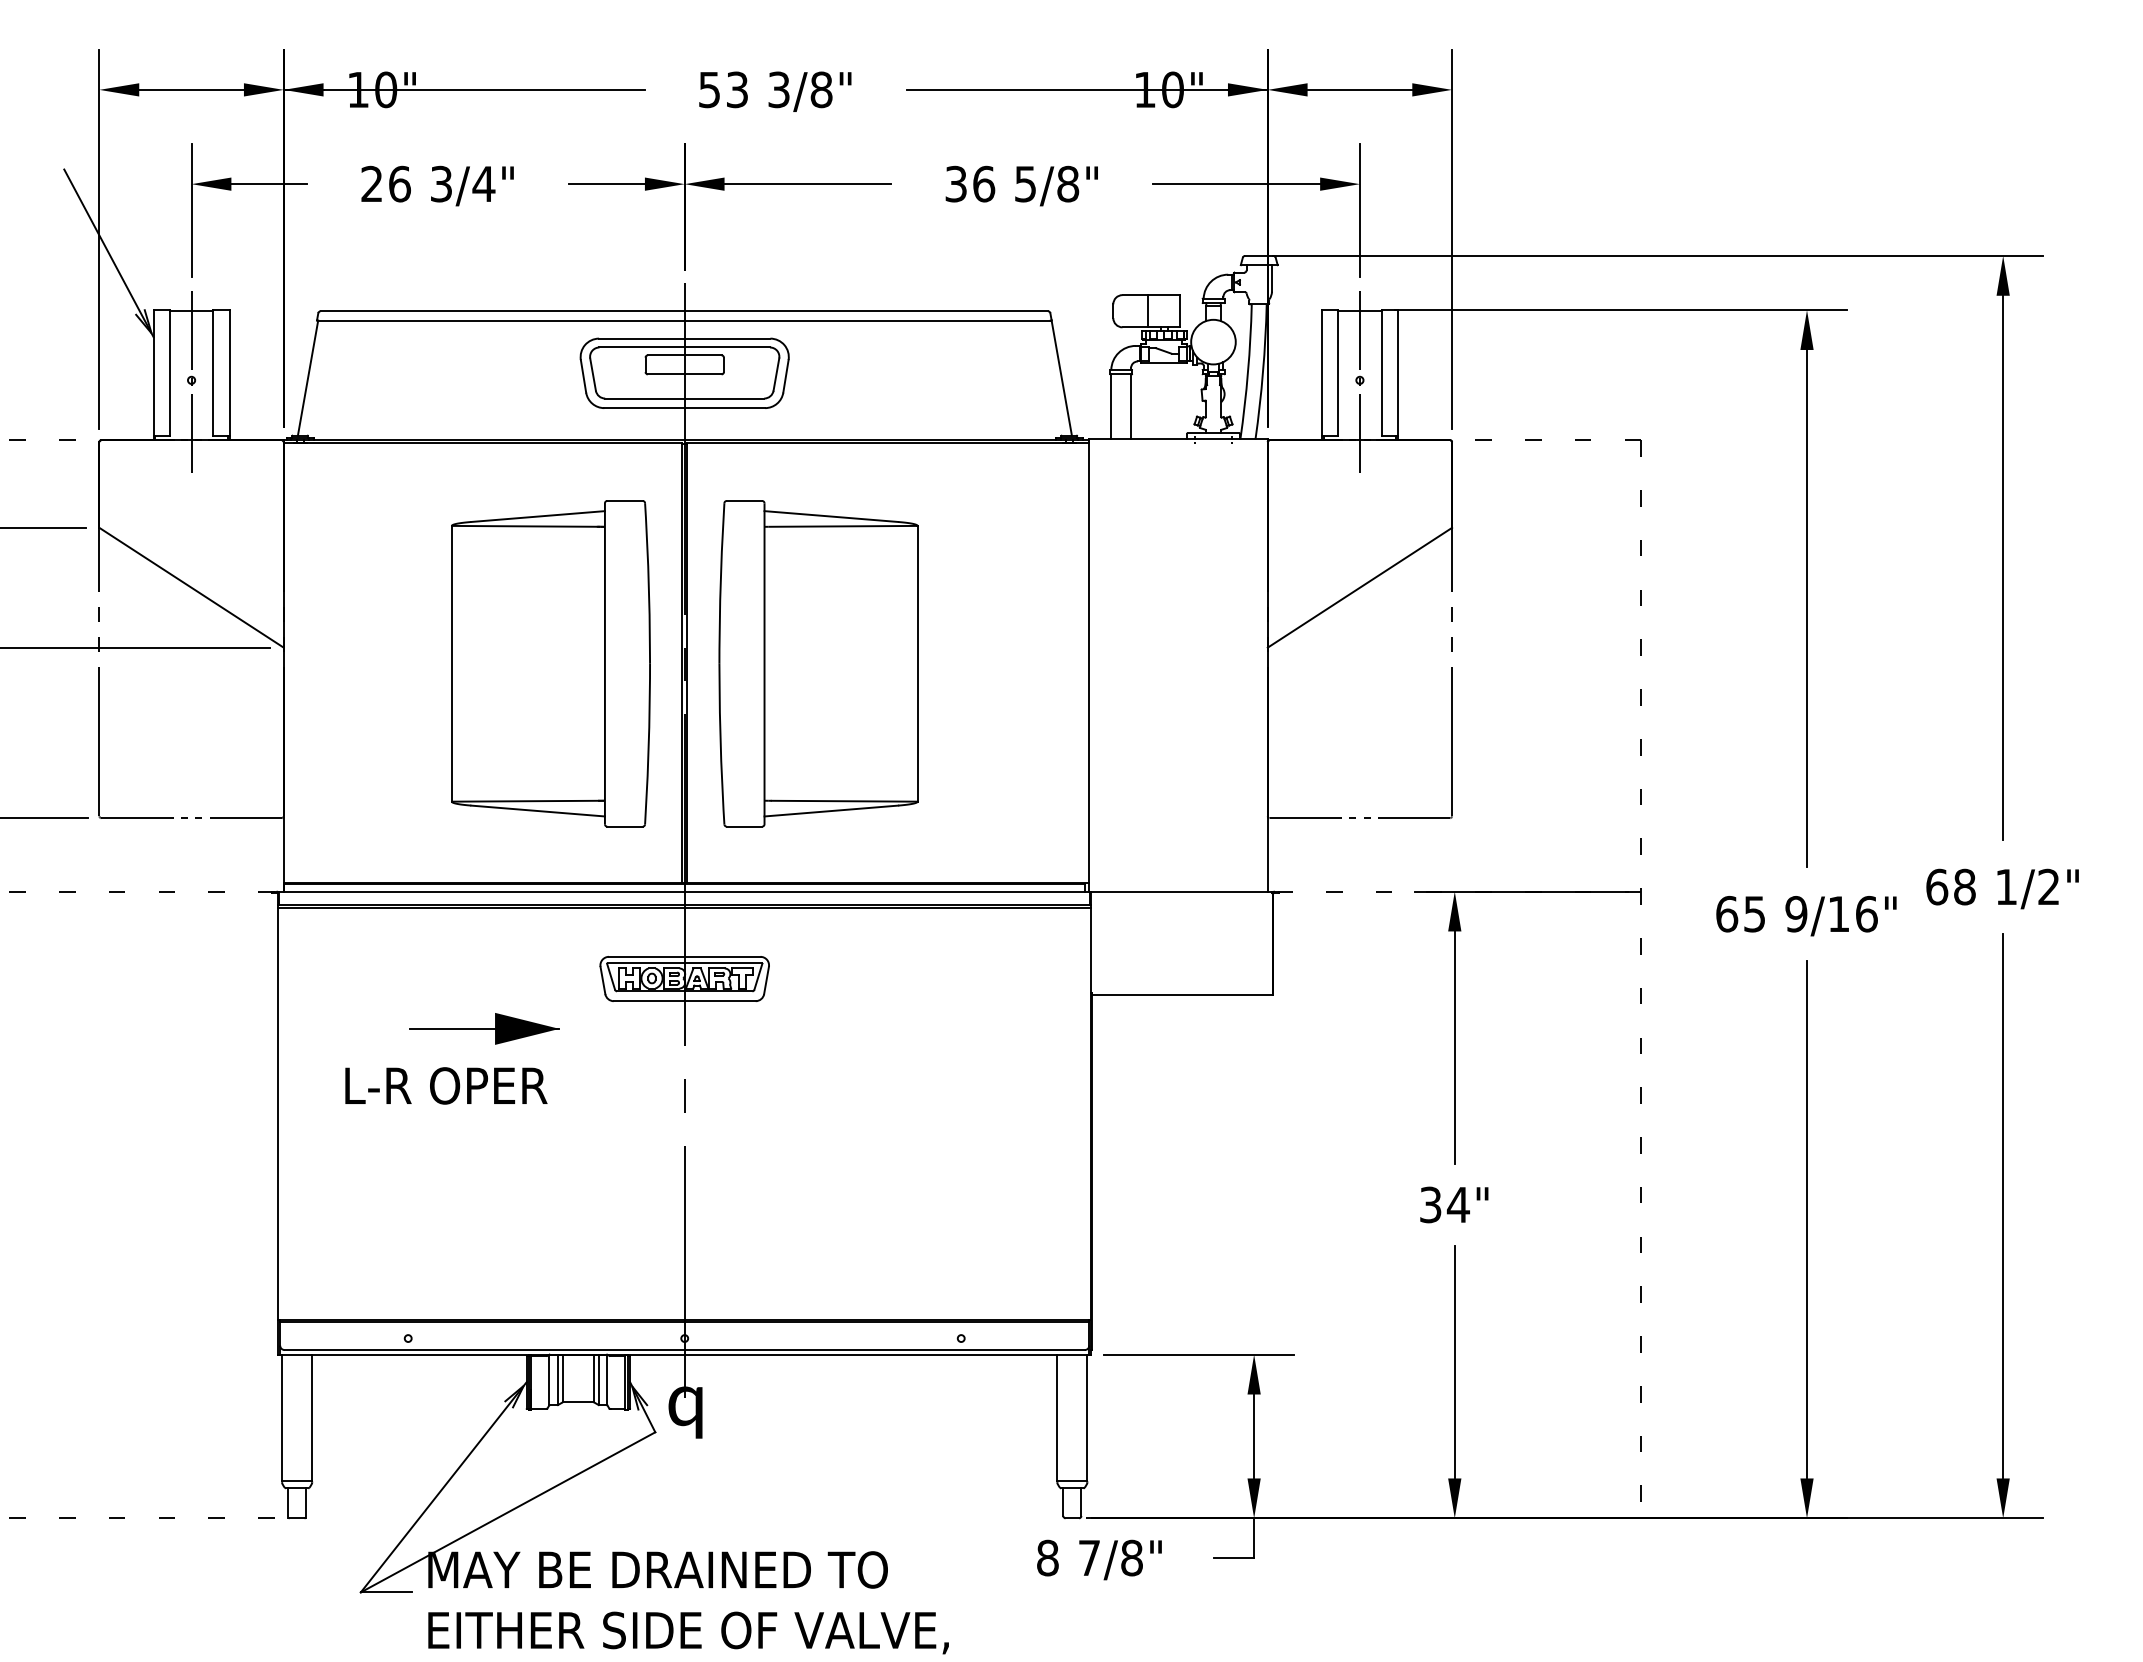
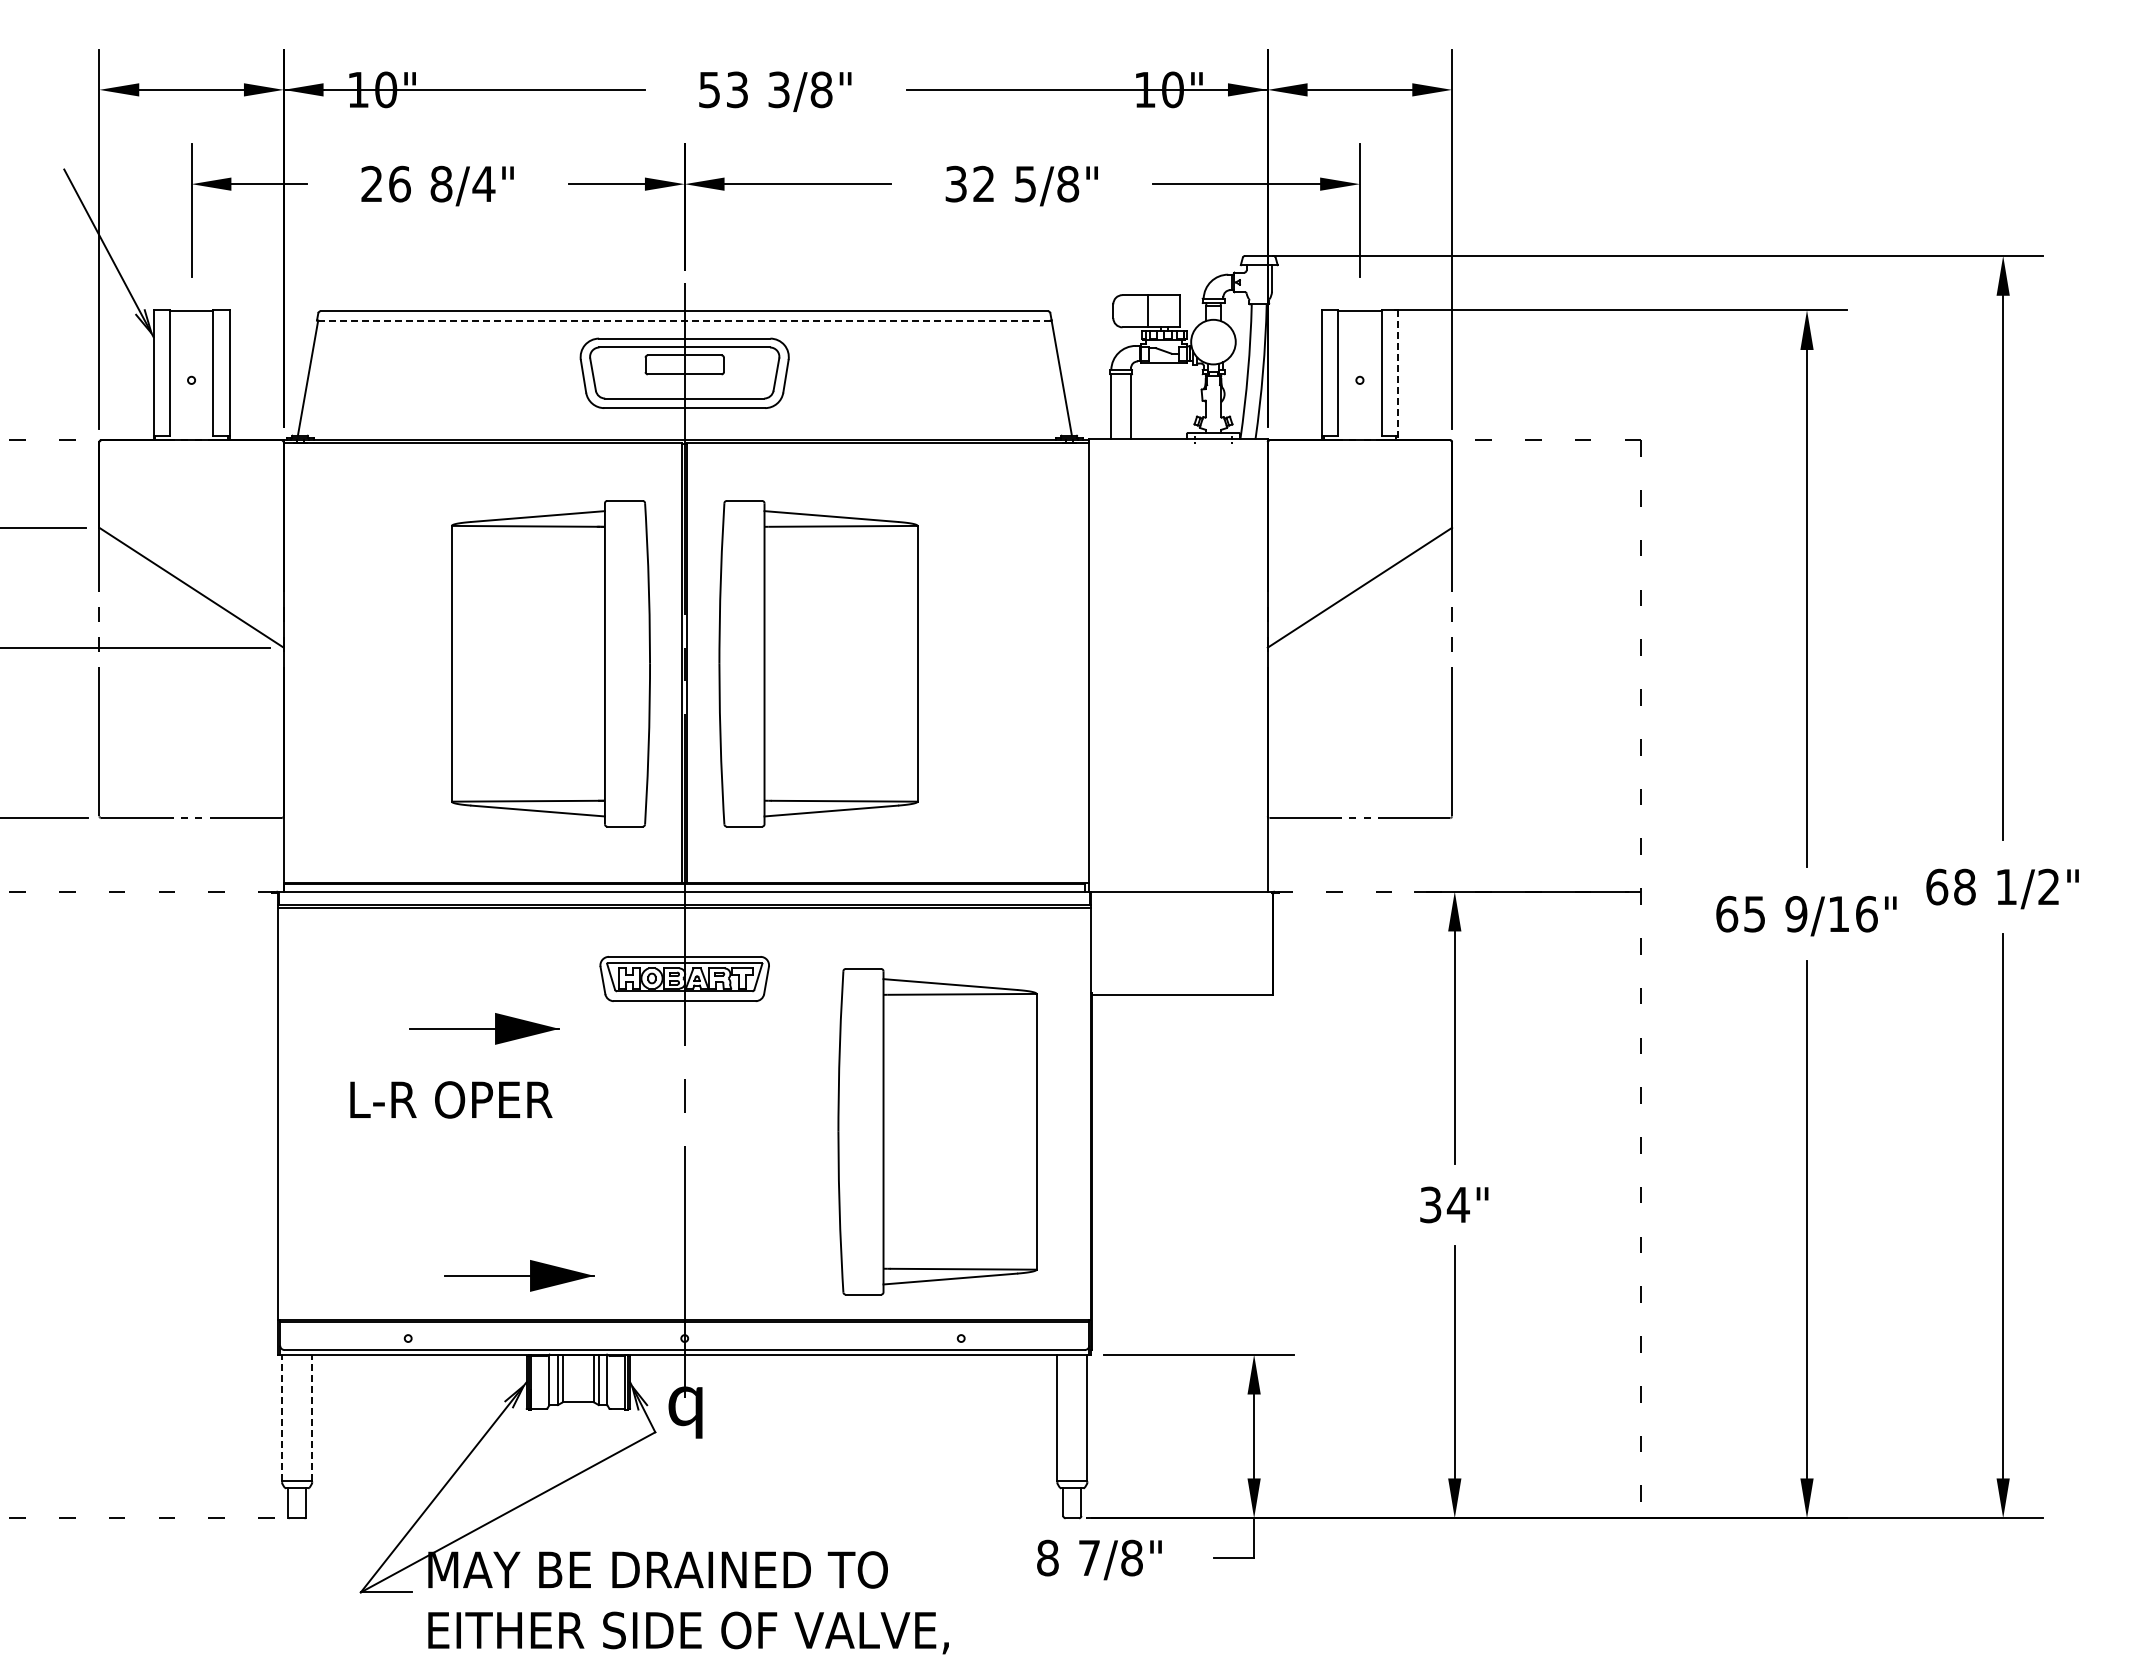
text at (984, 183): 36 -> 32
text at (441, 184): 3/4" -> 8/4"
line at (683, 320): solid -> dashed
line at (1397, 375): solid -> dashed
line at (191, 381): present -> none
line at (1359, 381): present -> none
text at (446, 1085) position: (446, 1085) -> (451, 1099)
part at (937, 1131): none -> present
part at (519, 1275): none -> present
line at (282, 1417): solid -> dashed
line at (312, 1417): solid -> dashed
